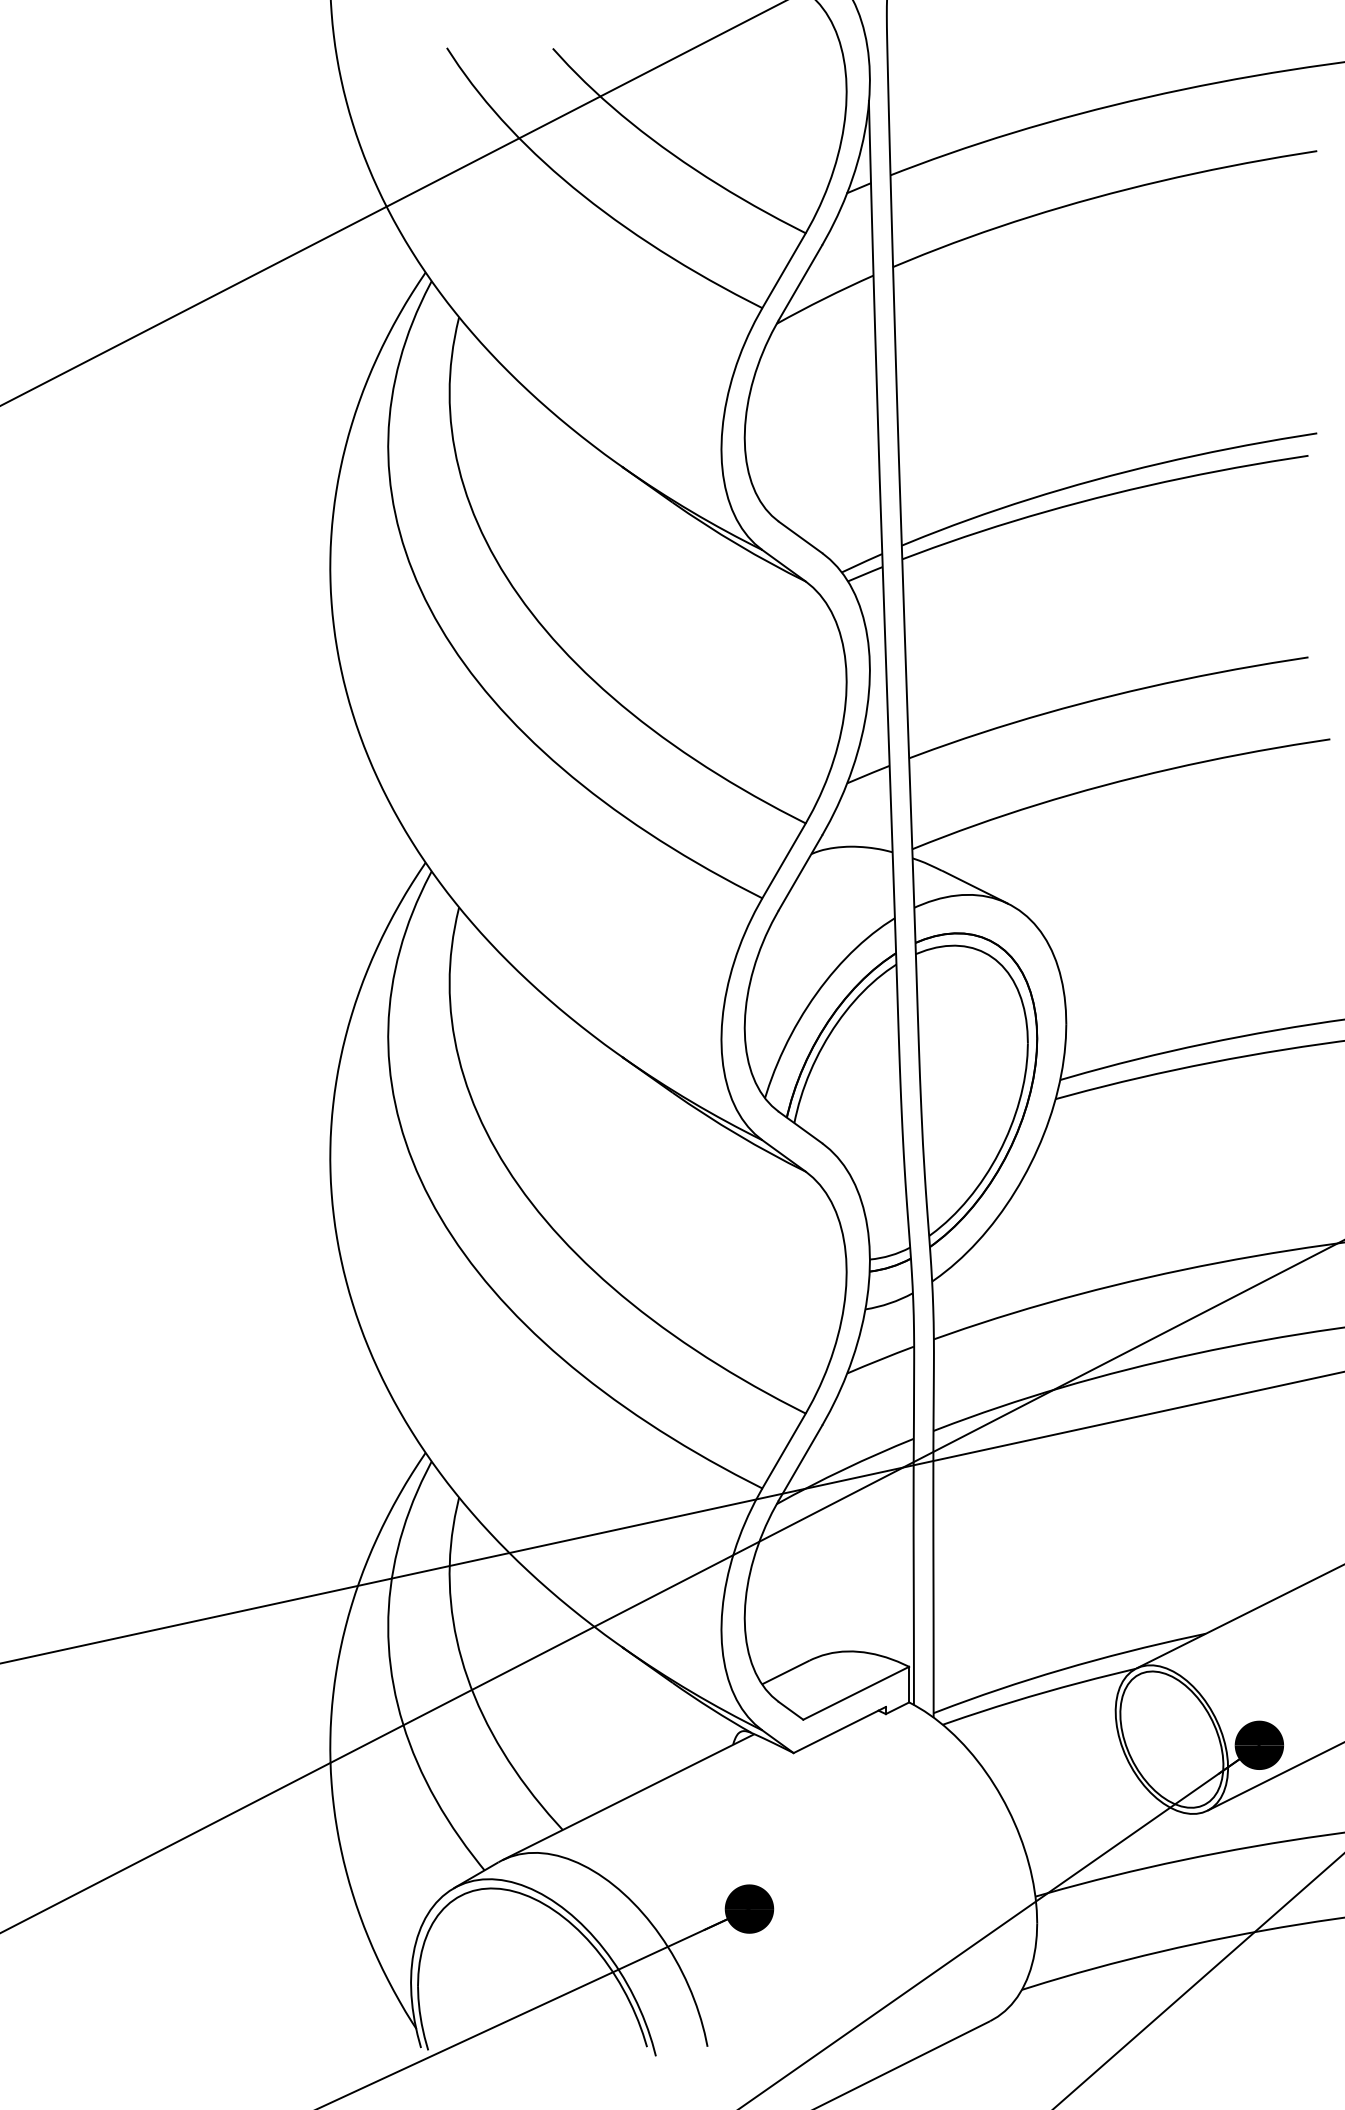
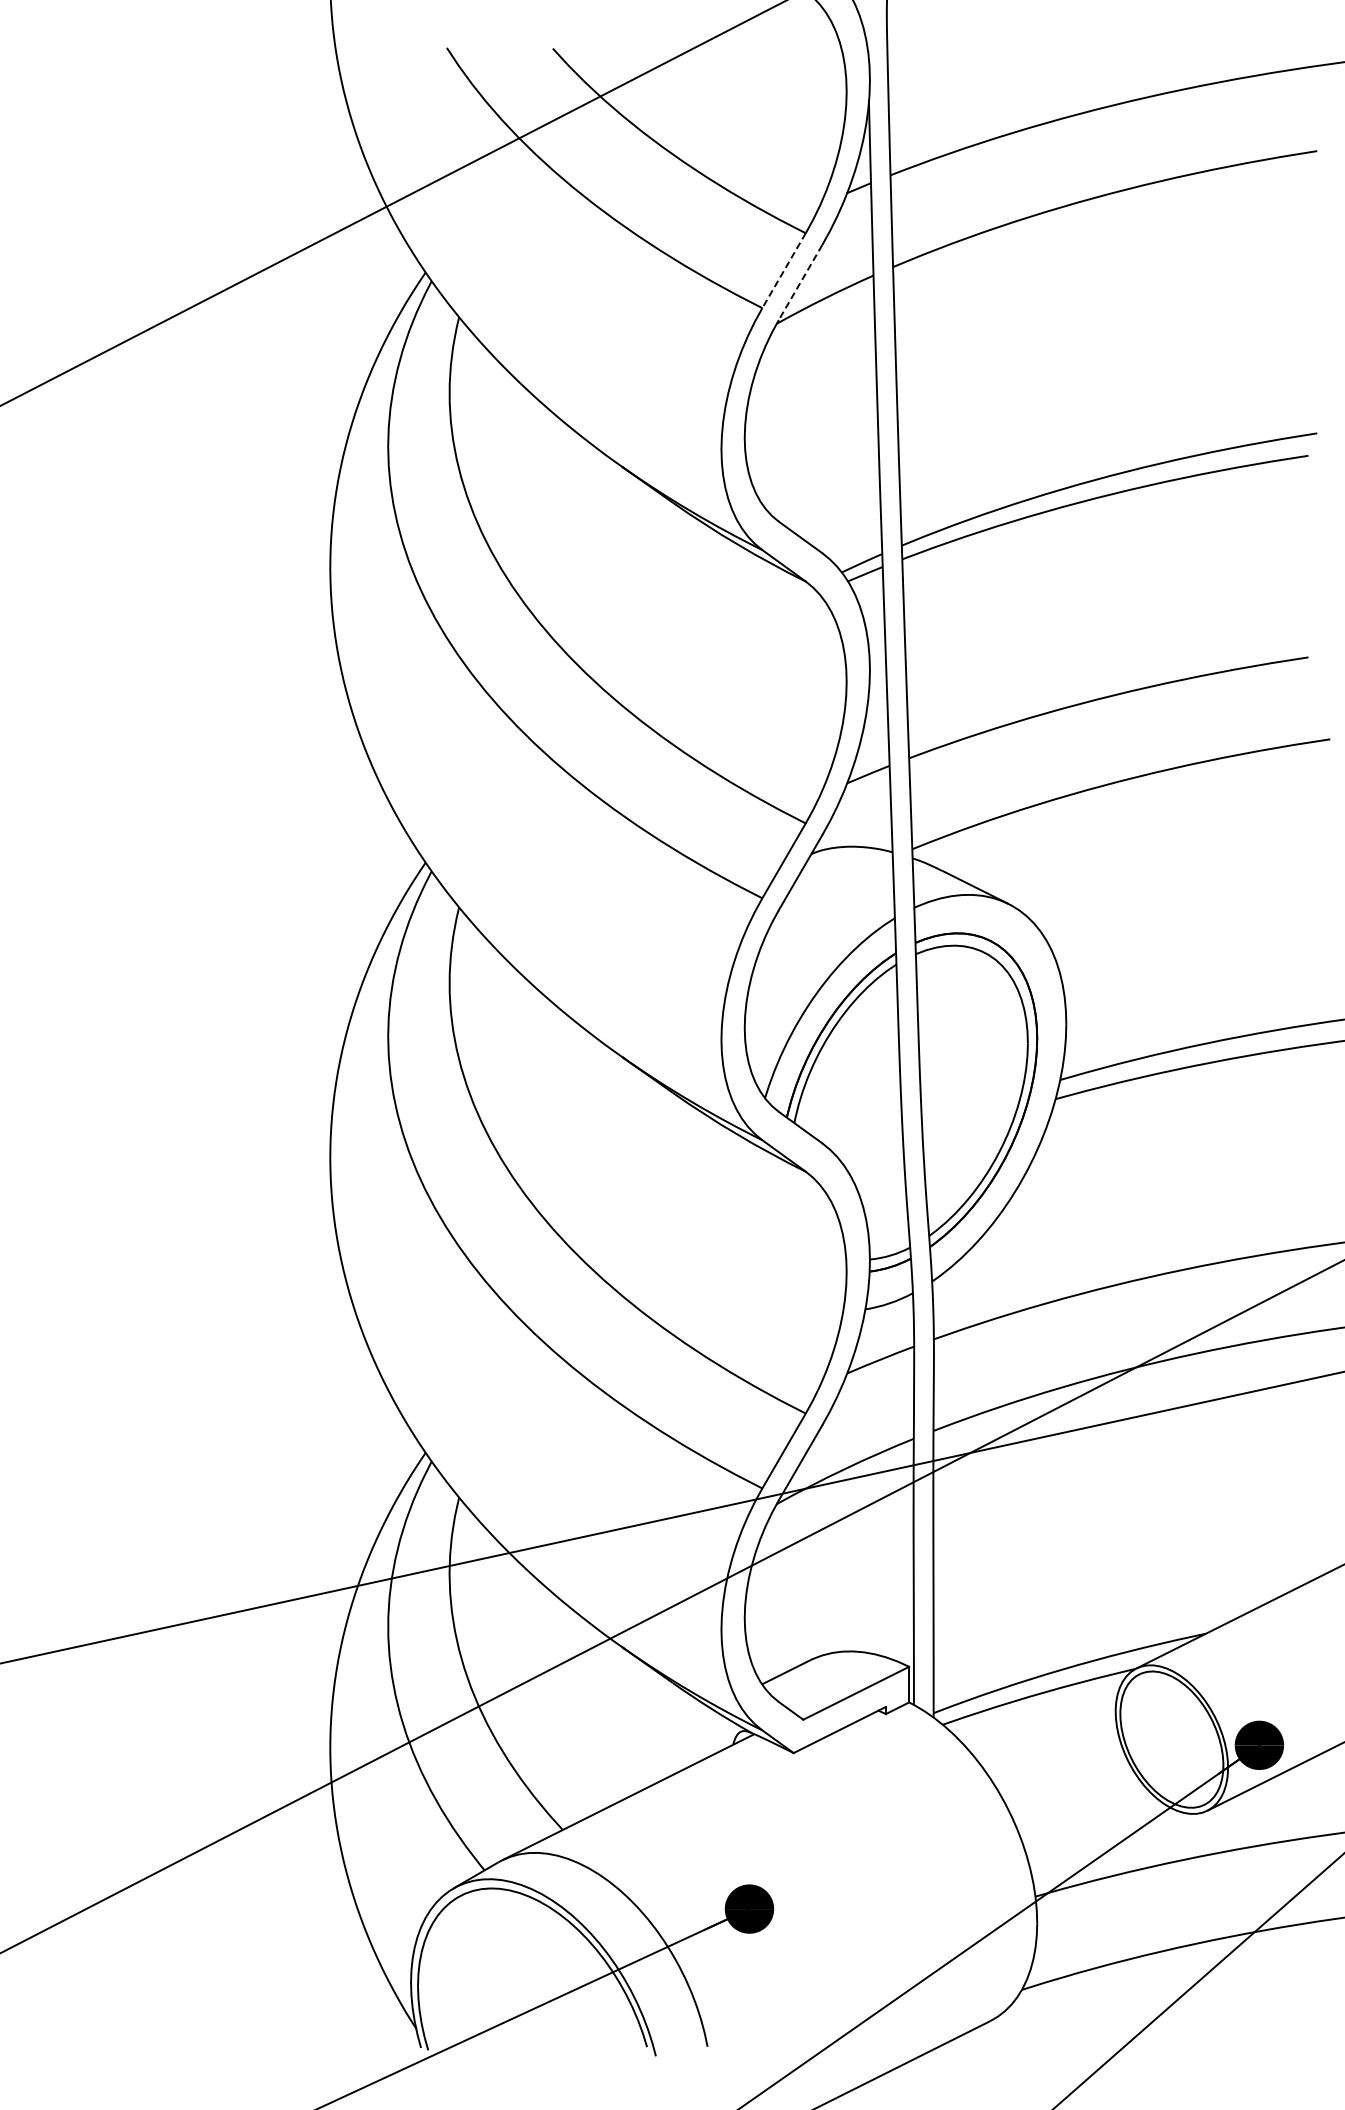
line at (783, 271): solid -> dashed
line at (800, 283): solid -> dashed
line at (671, 1586) position: (671, 1586) -> (671, 1606)
